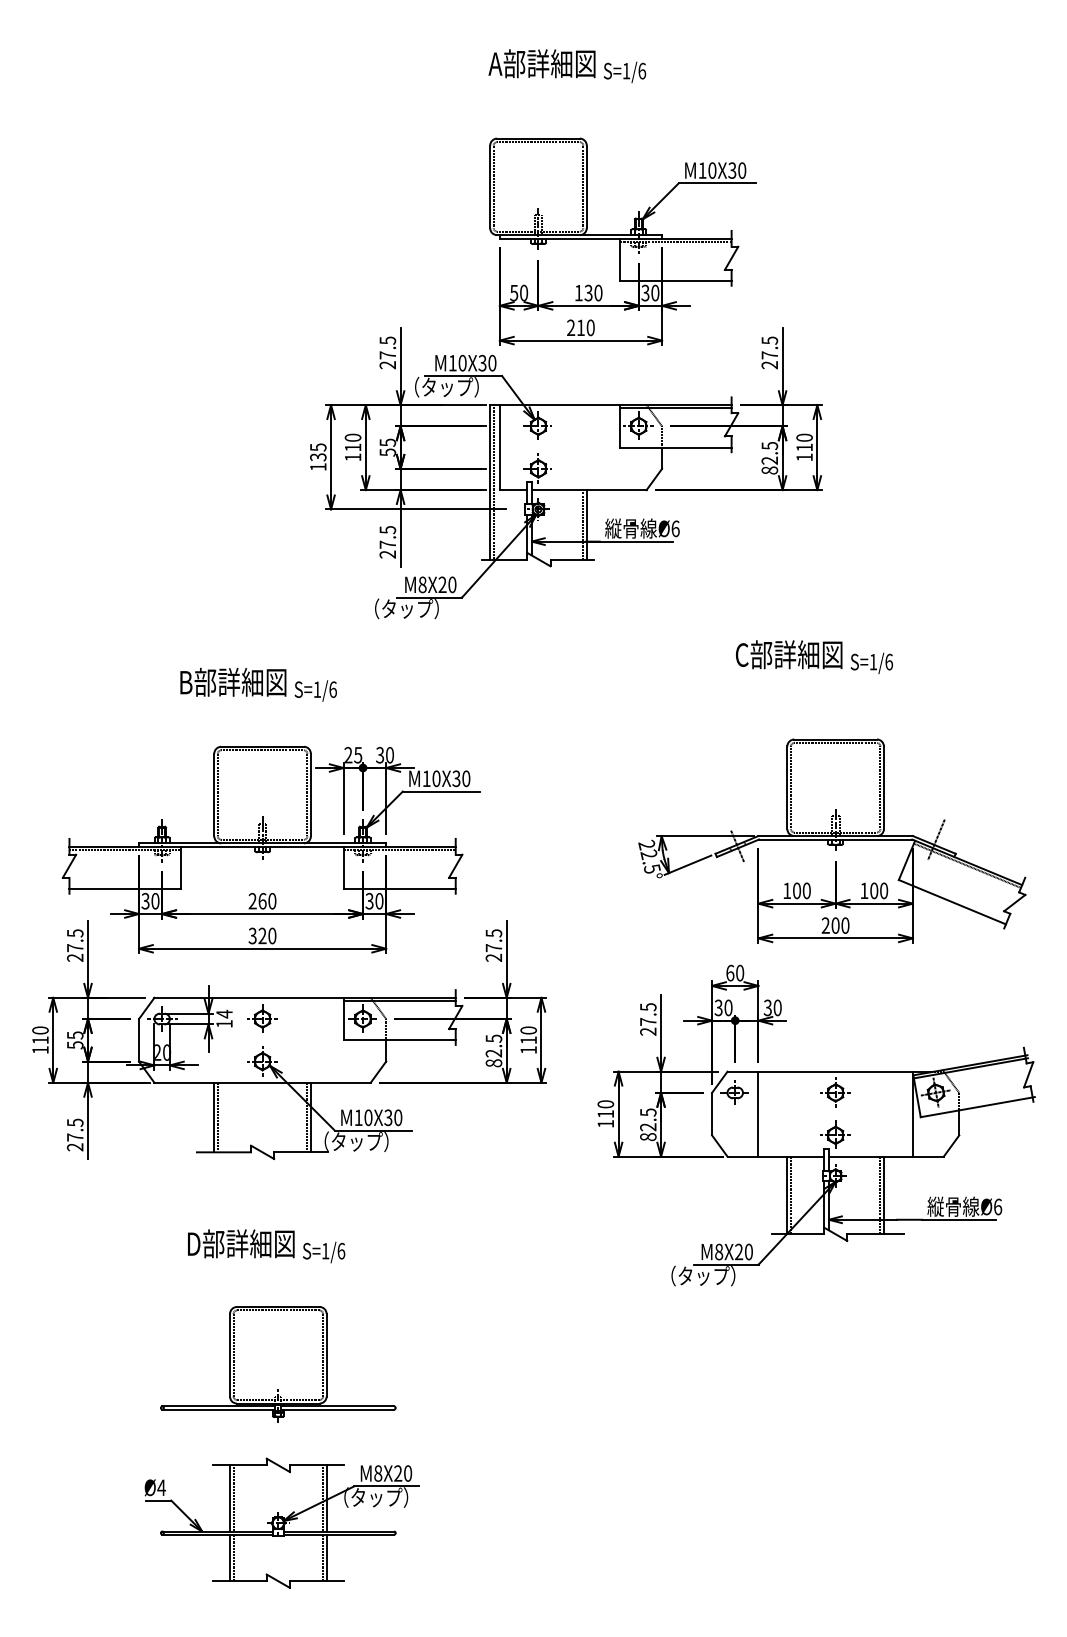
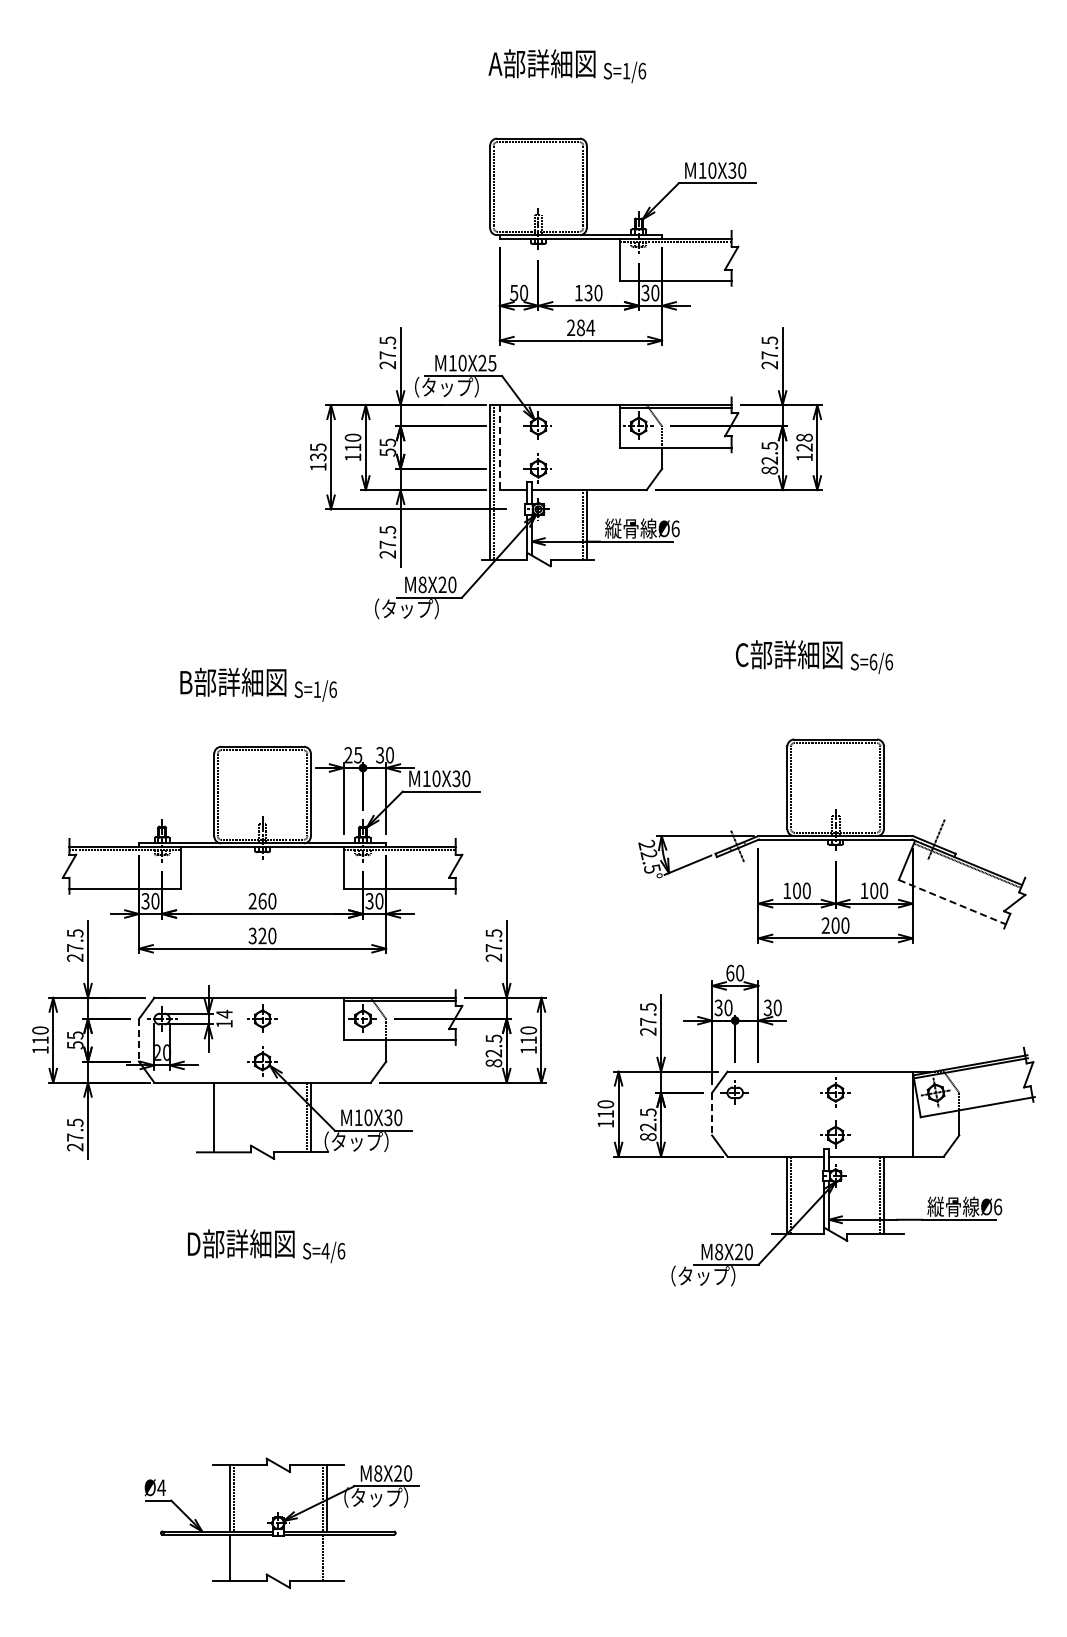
text at (586, 327): 210 -> 284
text at (487, 362): M10X30 -> M10X25
text at (804, 442): 110 -> 128
line at (499, 448): solid -> dashed
text at (873, 661): S=1/6 -> S=6/6
line at (952, 902): solid -> dashed
line at (139, 1040): solid -> dashed
line at (758, 1113): present -> none
line at (712, 1114): solid -> dashed
line at (217, 1117): present -> none
text at (325, 1251): S=1/6 -> S=4/6
part at (278, 1364): present -> none
line at (233, 1557): present -> none
line at (326, 1557): present -> none
